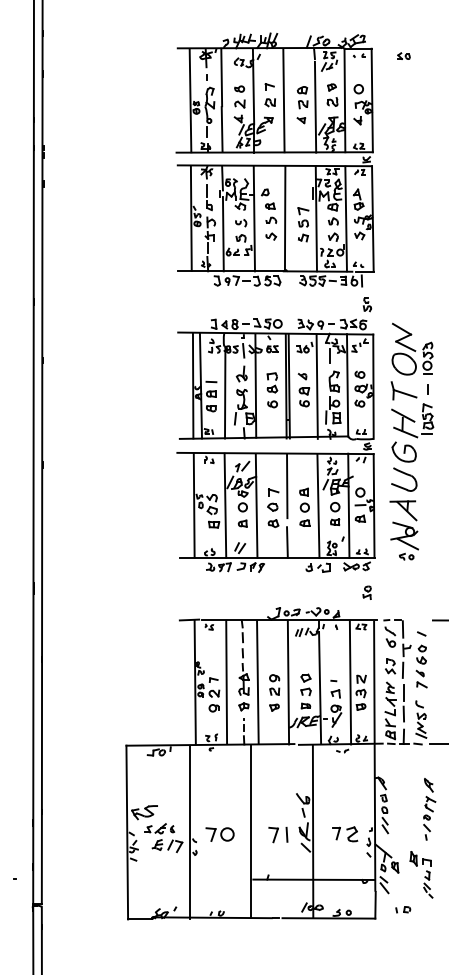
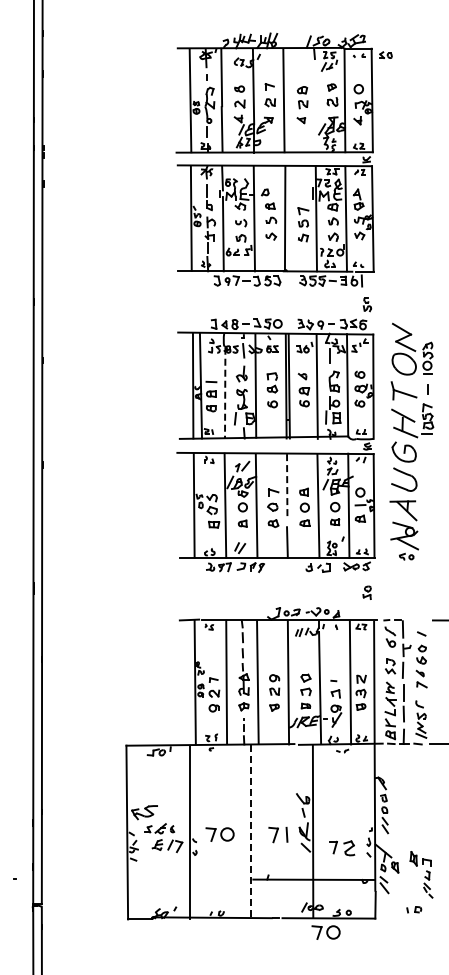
part at (403, 55) position: (403, 55) -> (385, 54)
line at (315, 106): present -> none
line at (225, 393): solid -> dashed
line at (287, 486): solid -> dashed
part at (429, 809): present -> none
line at (251, 831): solid -> dashed
part at (345, 834) position: (345, 834) -> (342, 848)
part at (403, 909) position: (403, 909) -> (414, 909)
part at (325, 932): none -> present
